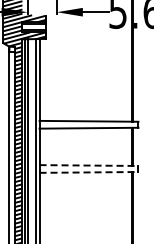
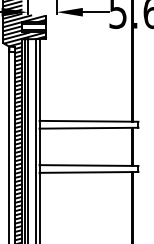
line at (89, 165): dashed -> solid
line at (89, 172): dashed -> solid
